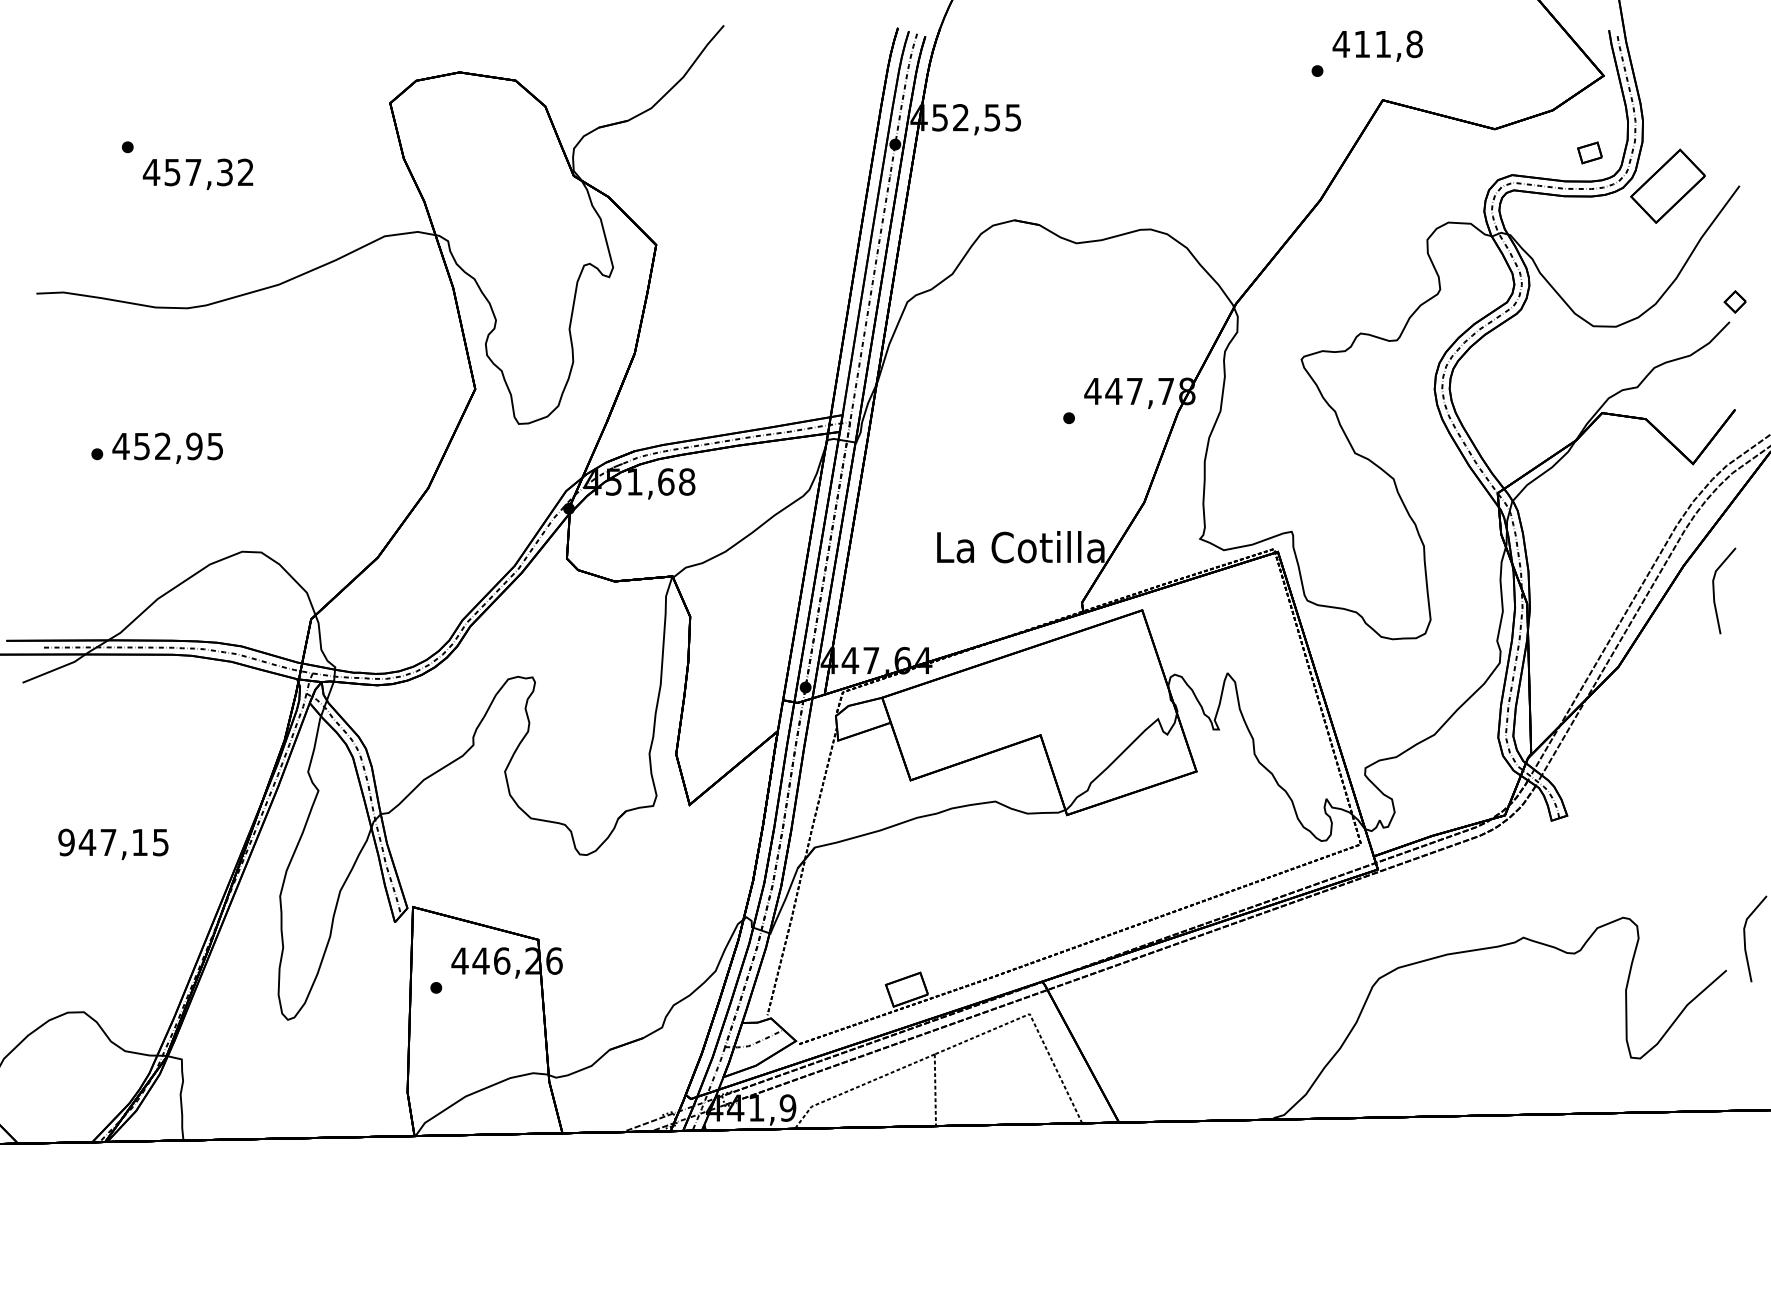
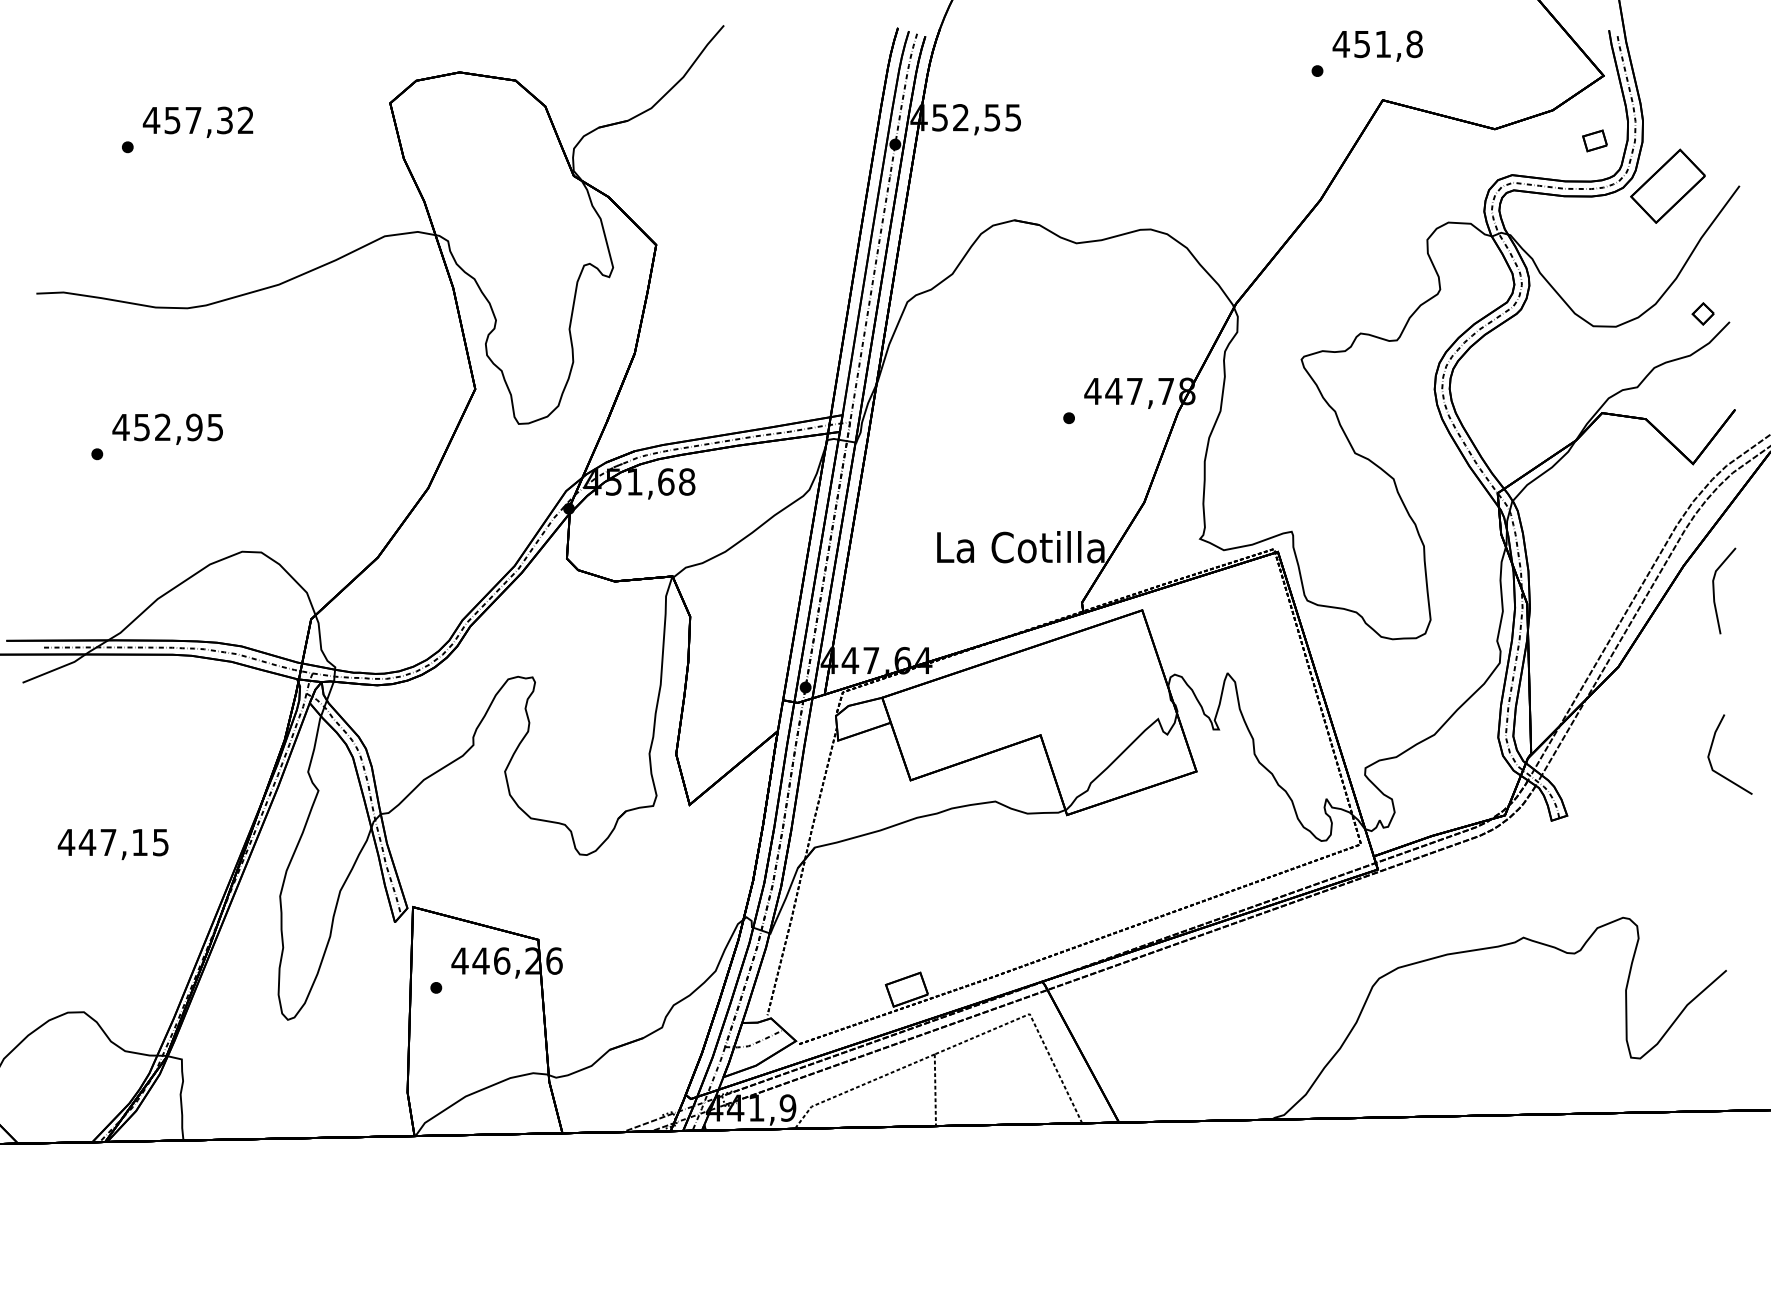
text at (1361, 44): 411,8 -> 451,8
part at (1589, 152) position: (1589, 152) -> (1594, 140)
text at (197, 173) position: (197, 173) -> (197, 121)
part at (1734, 301) position: (1734, 301) -> (1702, 313)
text at (167, 447) position: (167, 447) -> (167, 428)
line at (1711, 750): none -> present
text at (66, 842): 947,15 -> 447,15
line at (1745, 938): present -> none
